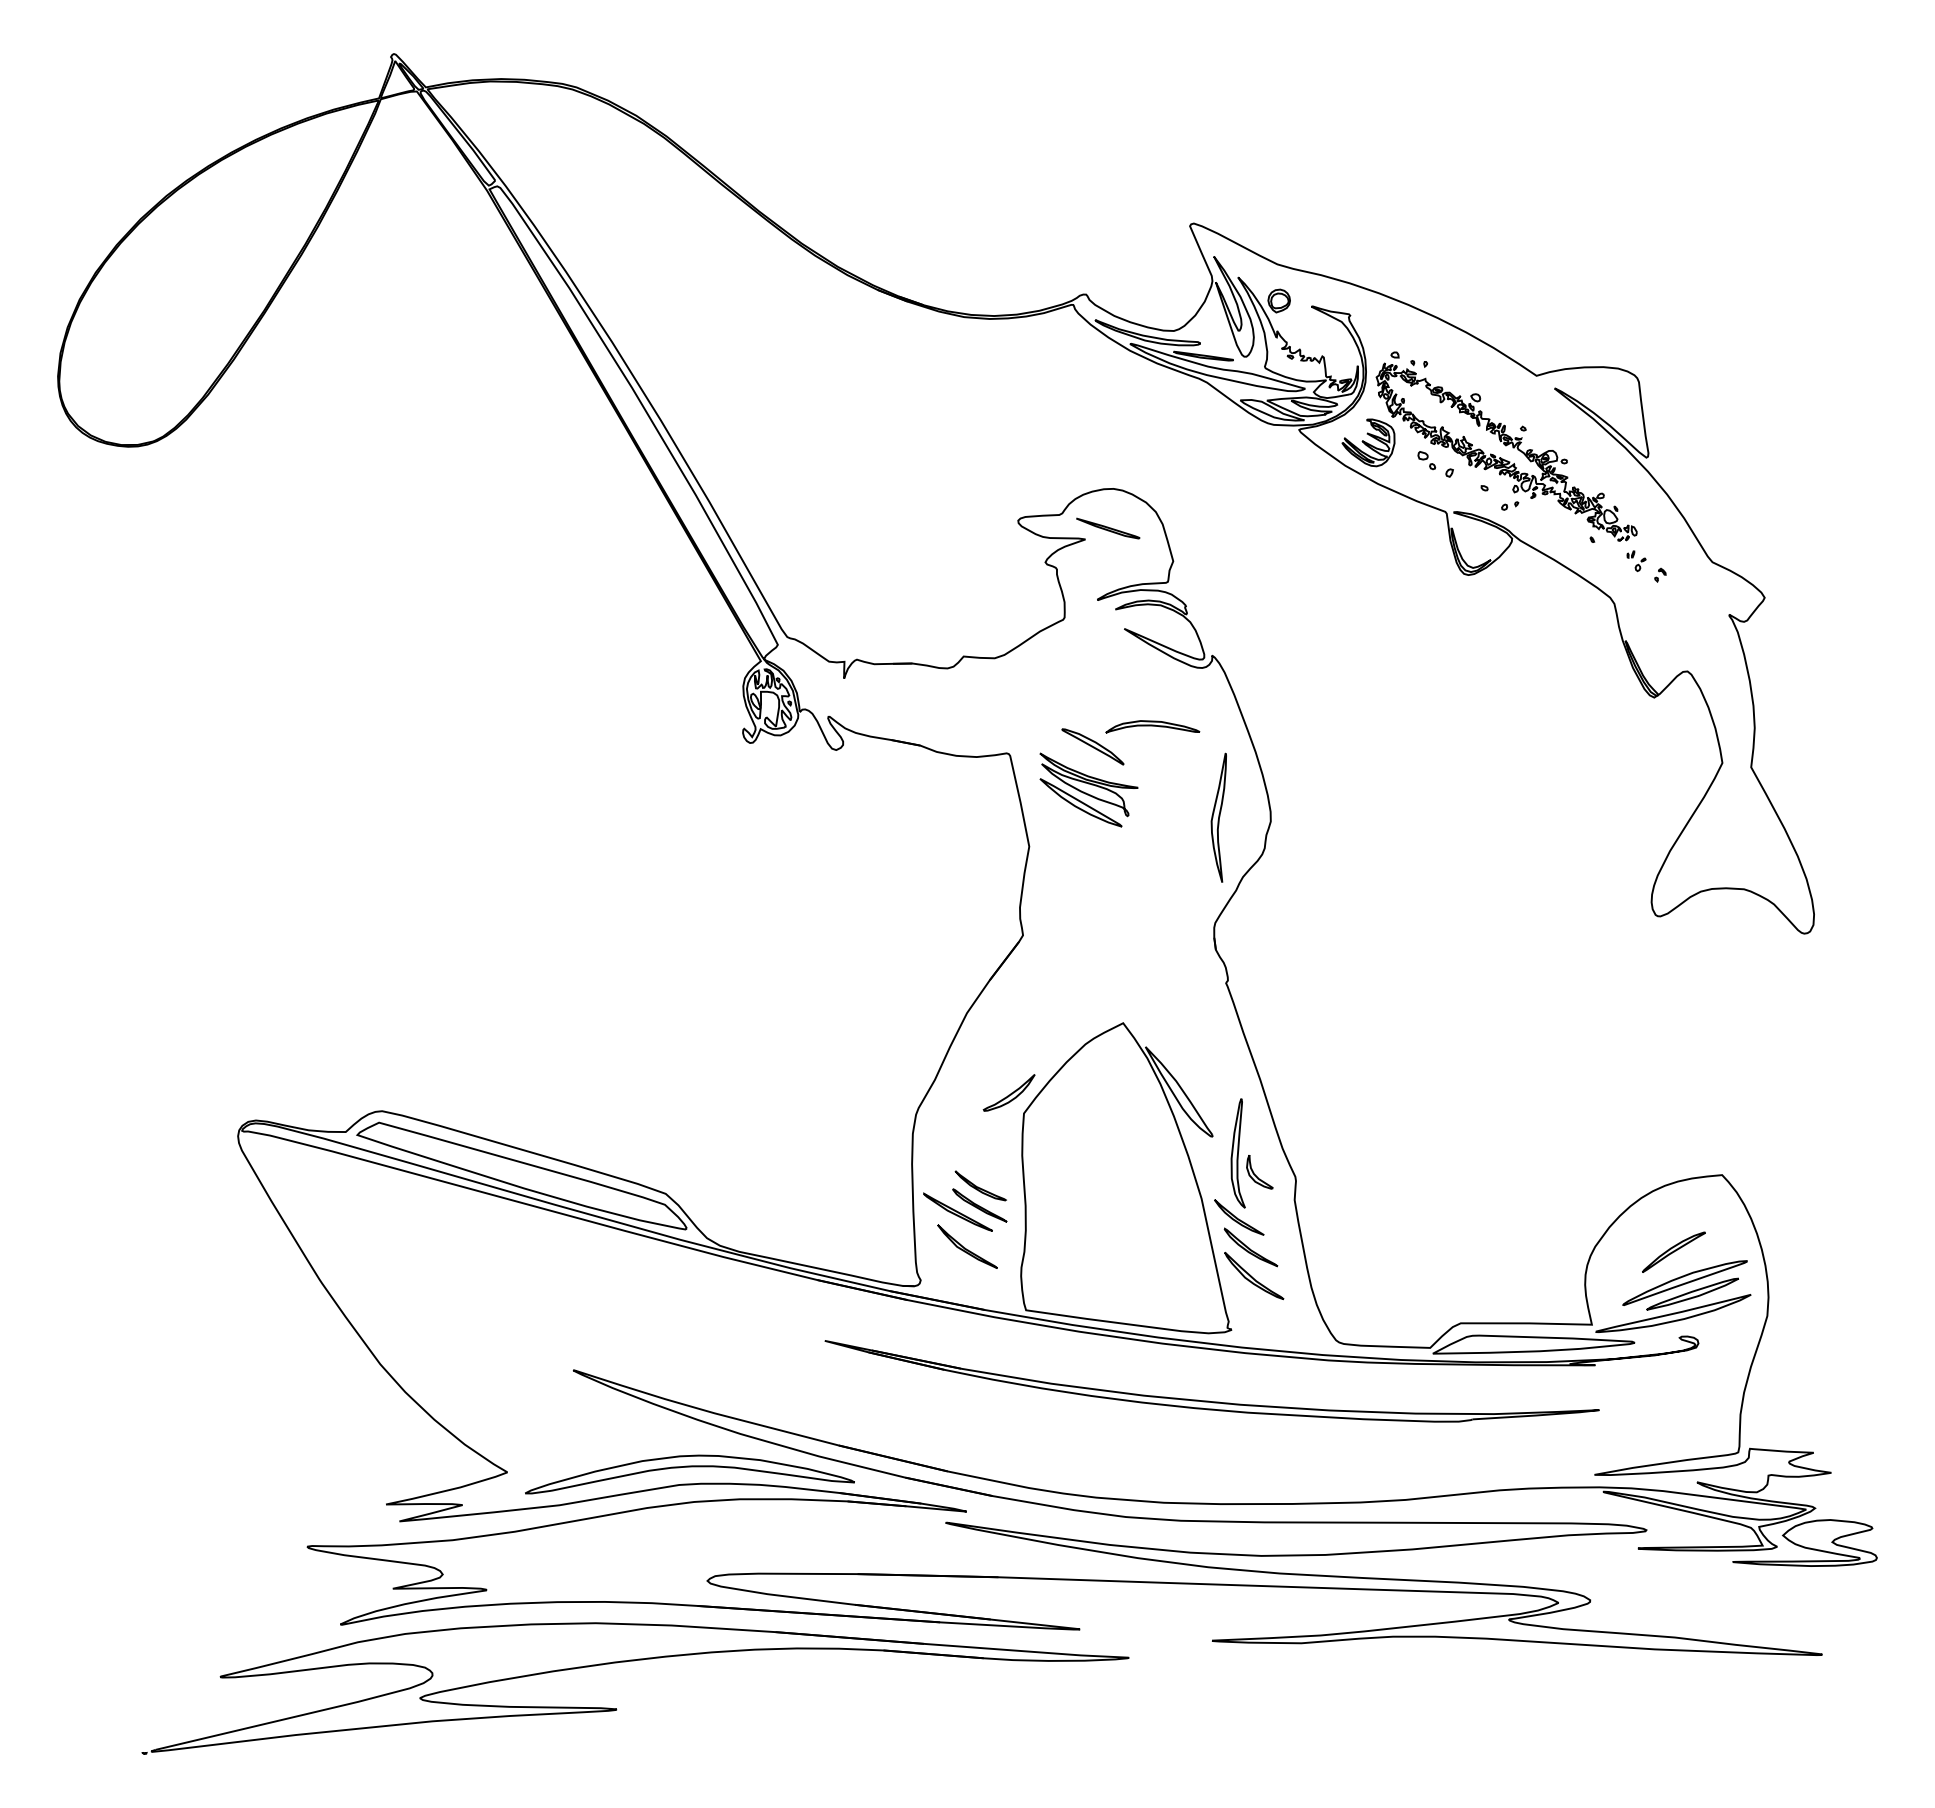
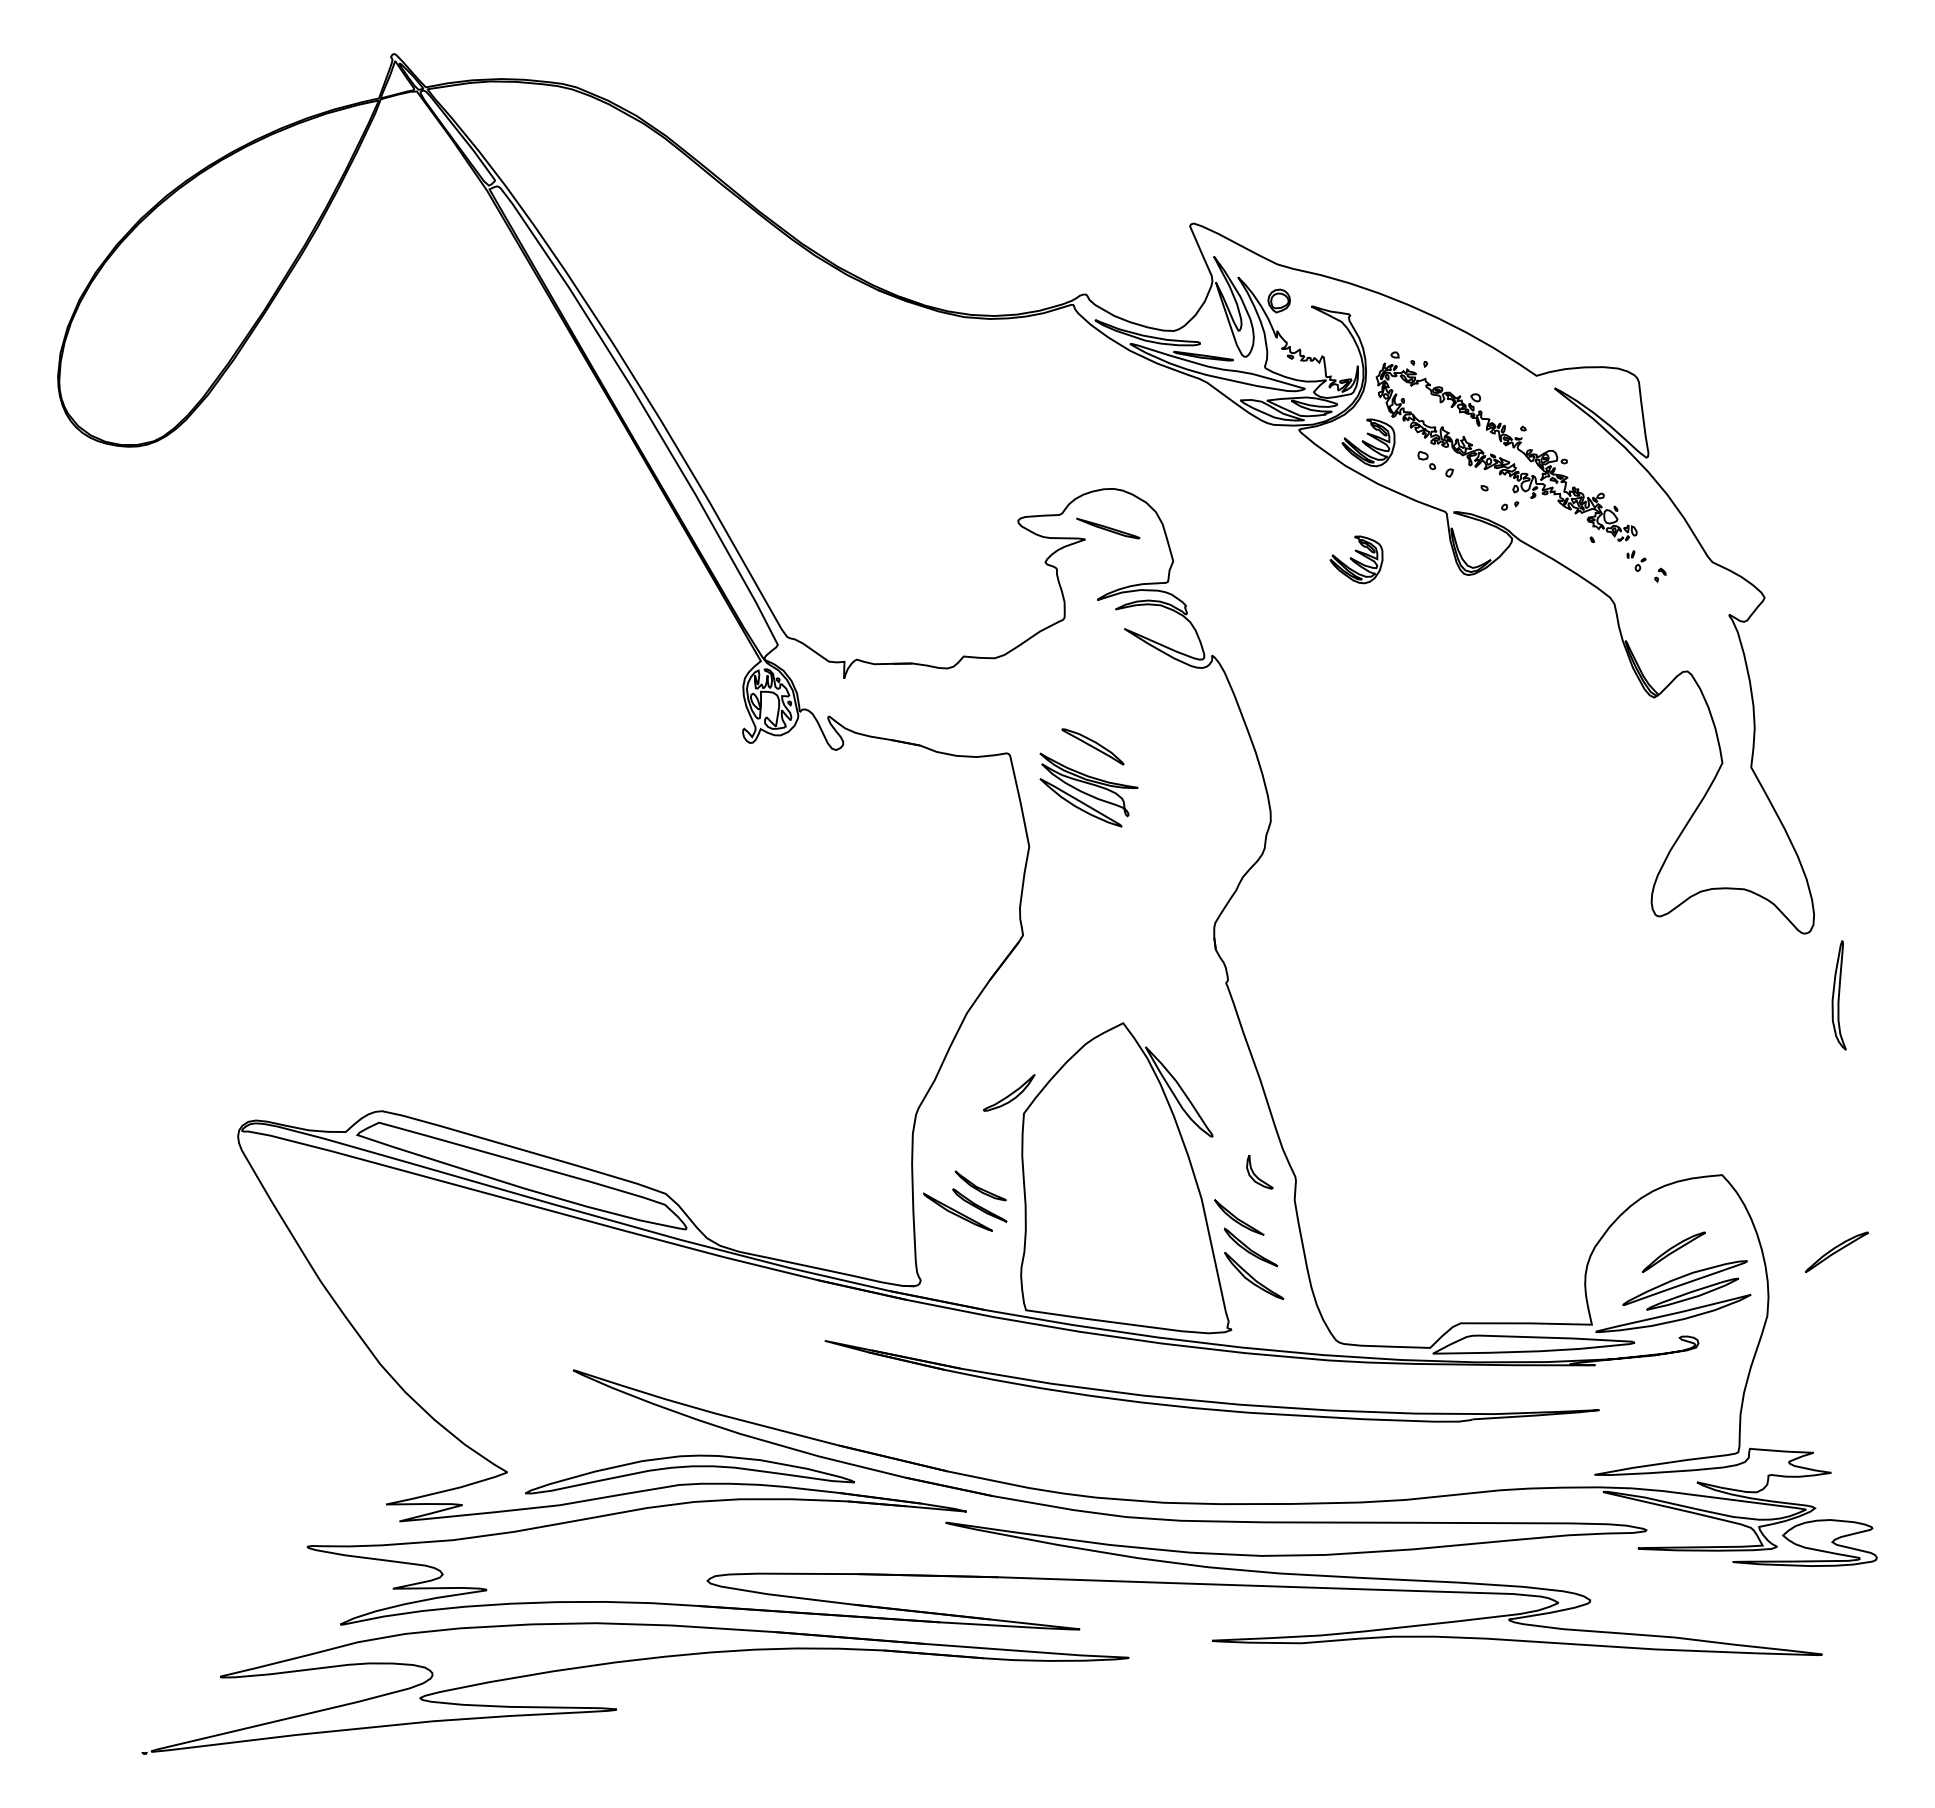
part at (1356, 559): none -> present
part at (1152, 726): present -> none
part at (1218, 817): present -> none
part at (1237, 1153) position: (1237, 1153) -> (1838, 995)
part at (967, 1246): present -> none
part at (1836, 1251): none -> present
